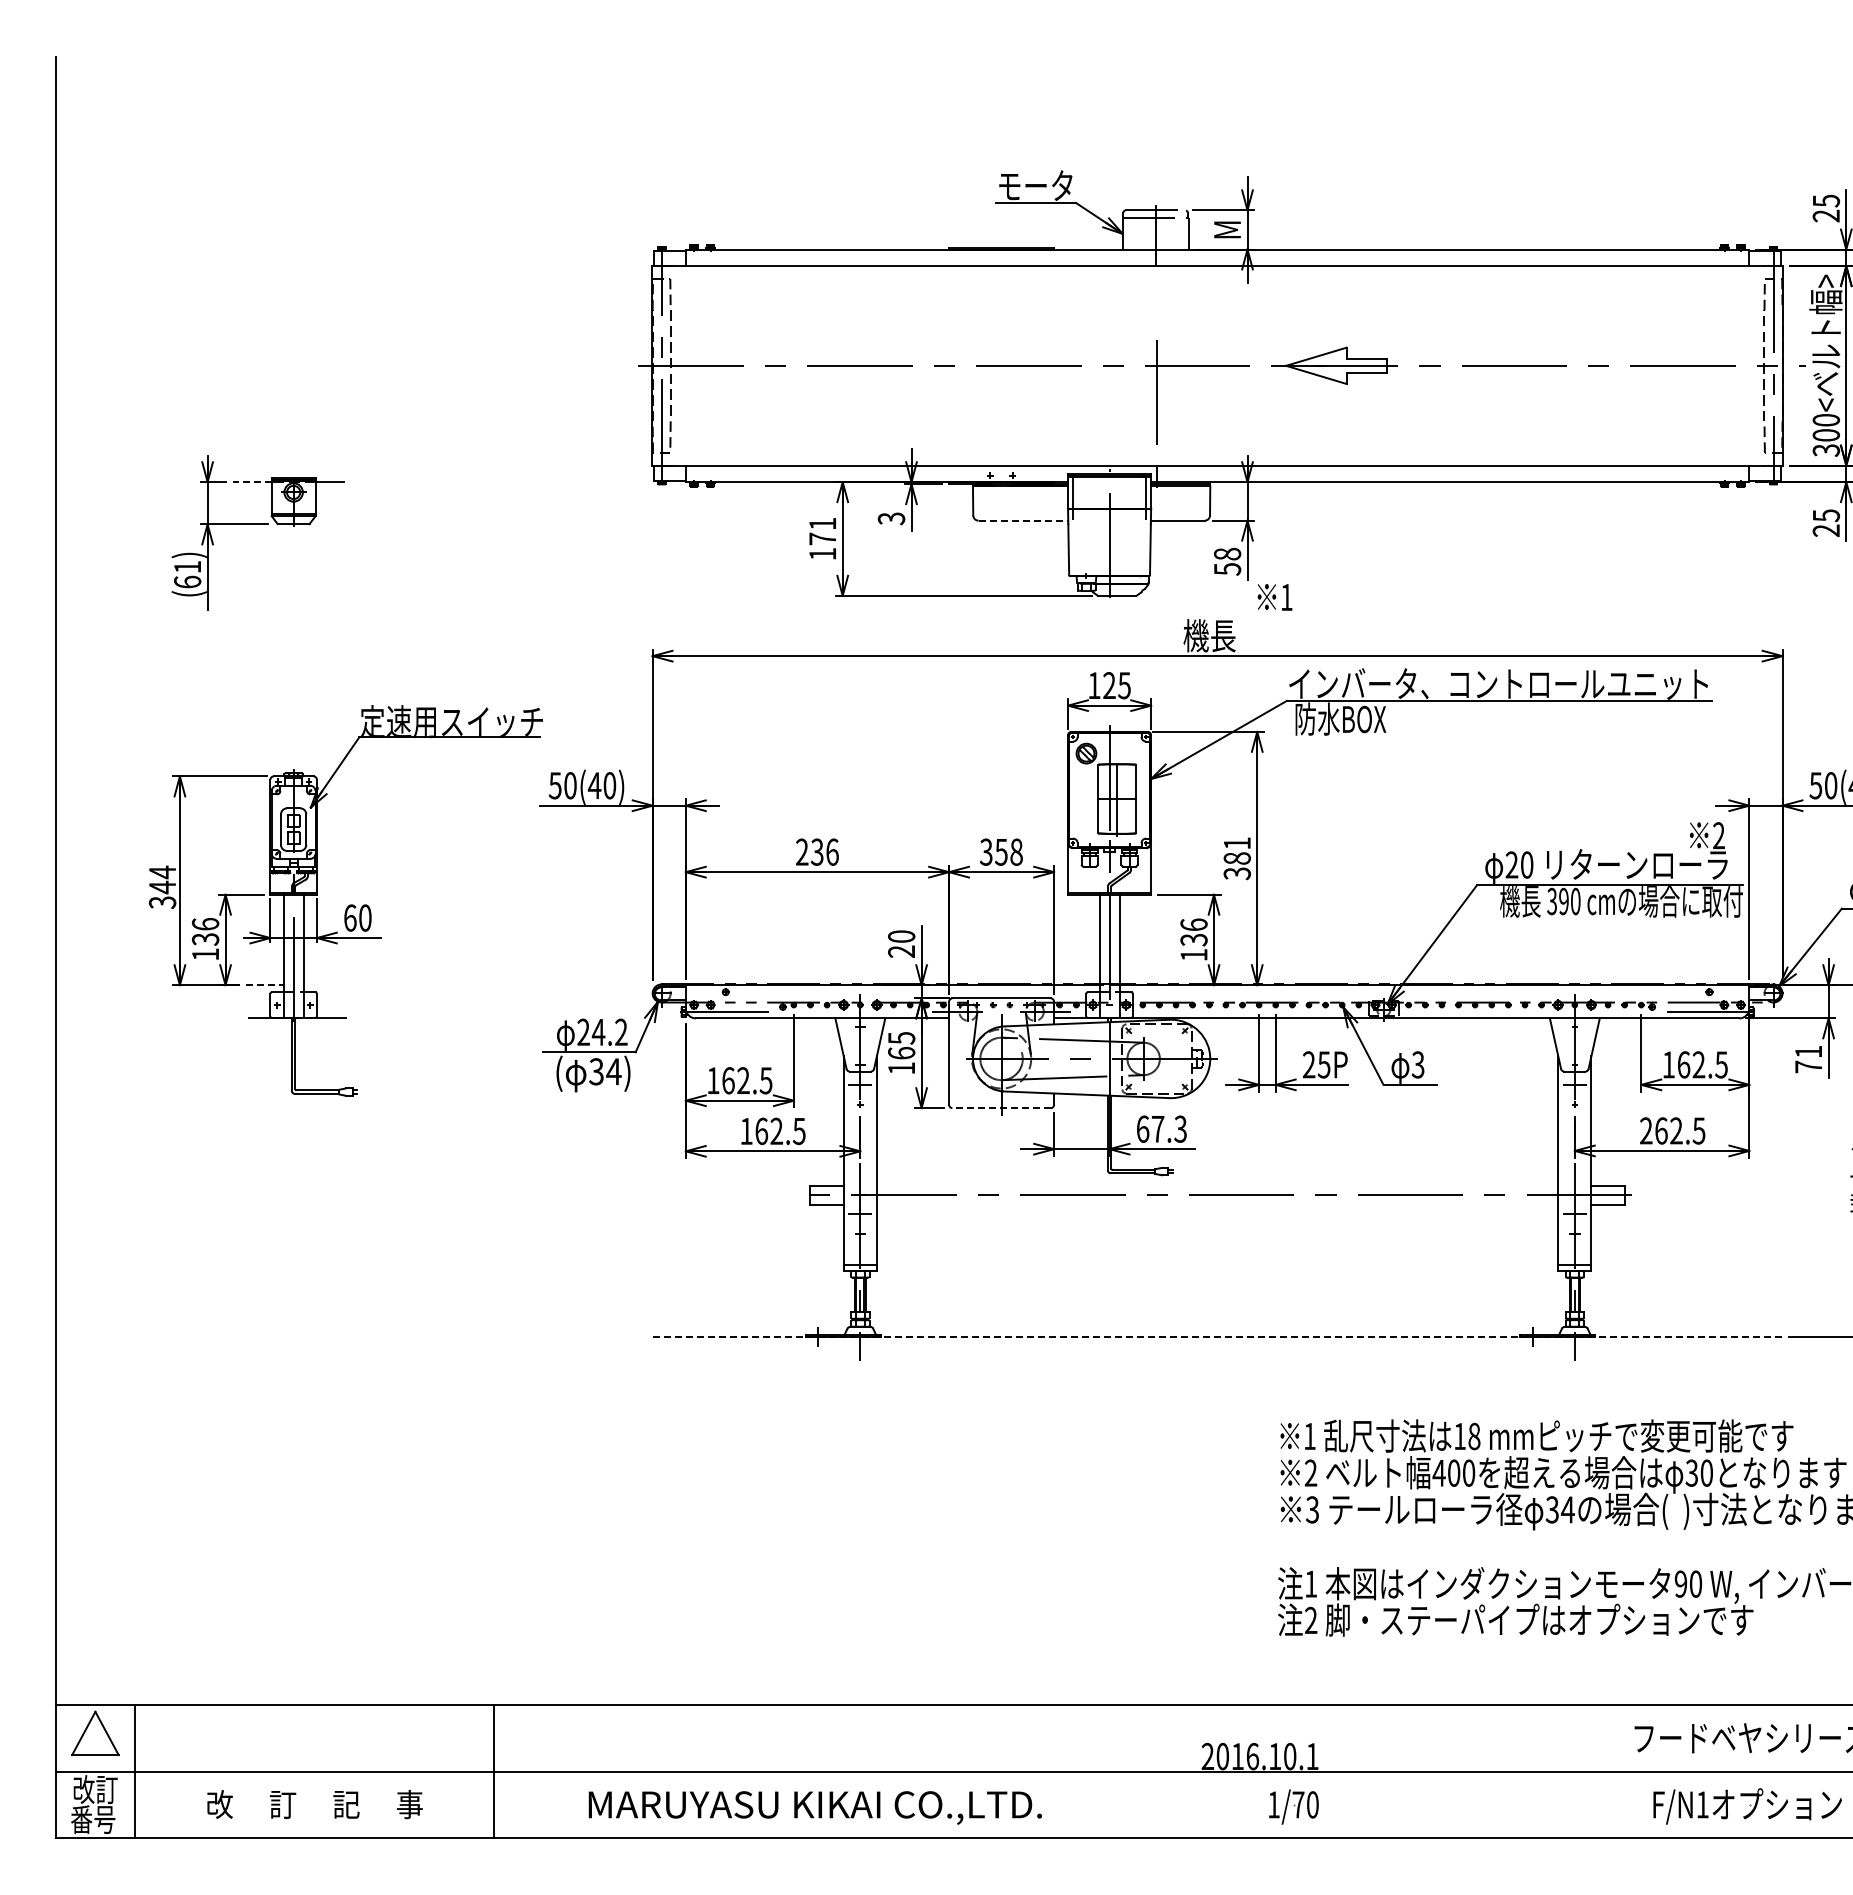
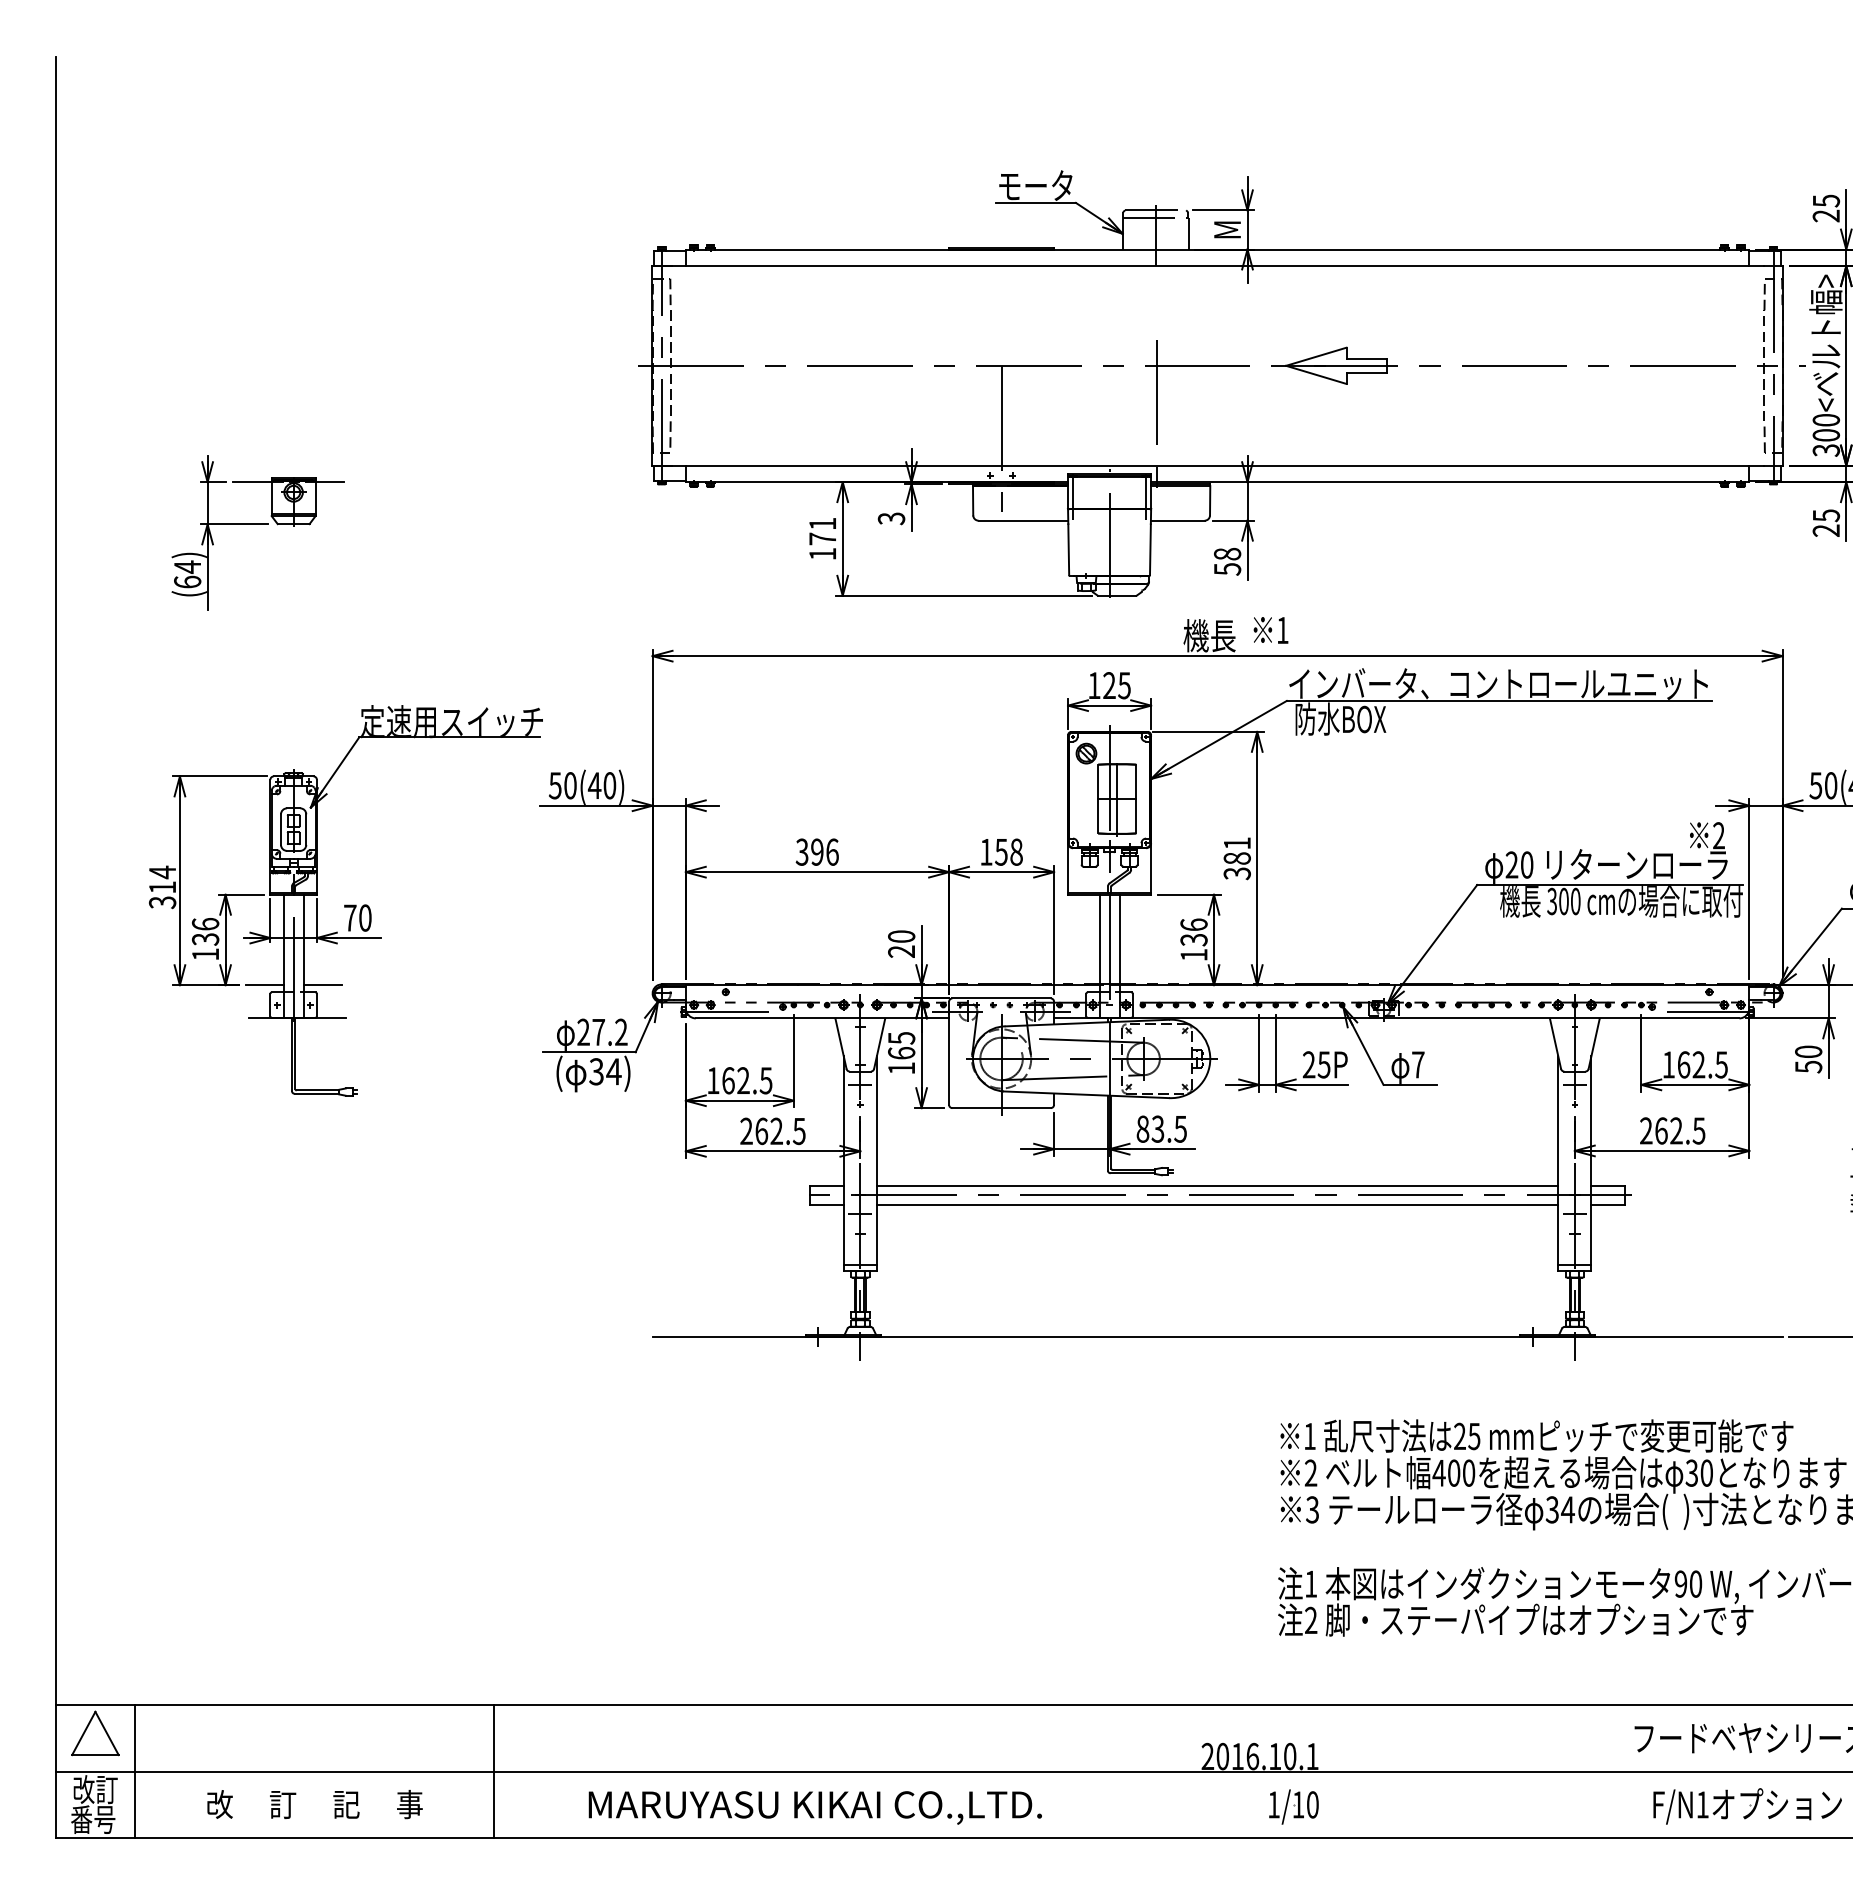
line at (1001, 438): none -> present
line at (251, 482): dashed -> solid
line at (1023, 520): dashed -> solid
text at (187, 566): (61) -> (64)
text at (1274, 597) position: (1274, 597) -> (1270, 630)
text at (809, 851): 236 -> 396
text at (985, 851): 358 -> 158
text at (162, 887): 344 -> 314
text at (1563, 901): 390 -> 300
text at (350, 917): 60 -> 70
line at (265, 985): dashed -> solid
line at (322, 985): none -> present
text at (598, 1032): 24.2 -> 27.2
text at (1808, 1059): 71 -> 50
text at (1417, 1064): 3 -> 7
line at (1001, 1108): dashed -> solid
text at (1161, 1128): 67.3 -> 83.5
text at (746, 1130): 162.5 -> 262.5
line at (1217, 1186): none -> present
line at (1217, 1204): none -> present
line at (1217, 1337): dashed -> solid
text at (1467, 1436): 18 -> 25
text at (1298, 1804): 1/70 -> 1/10
